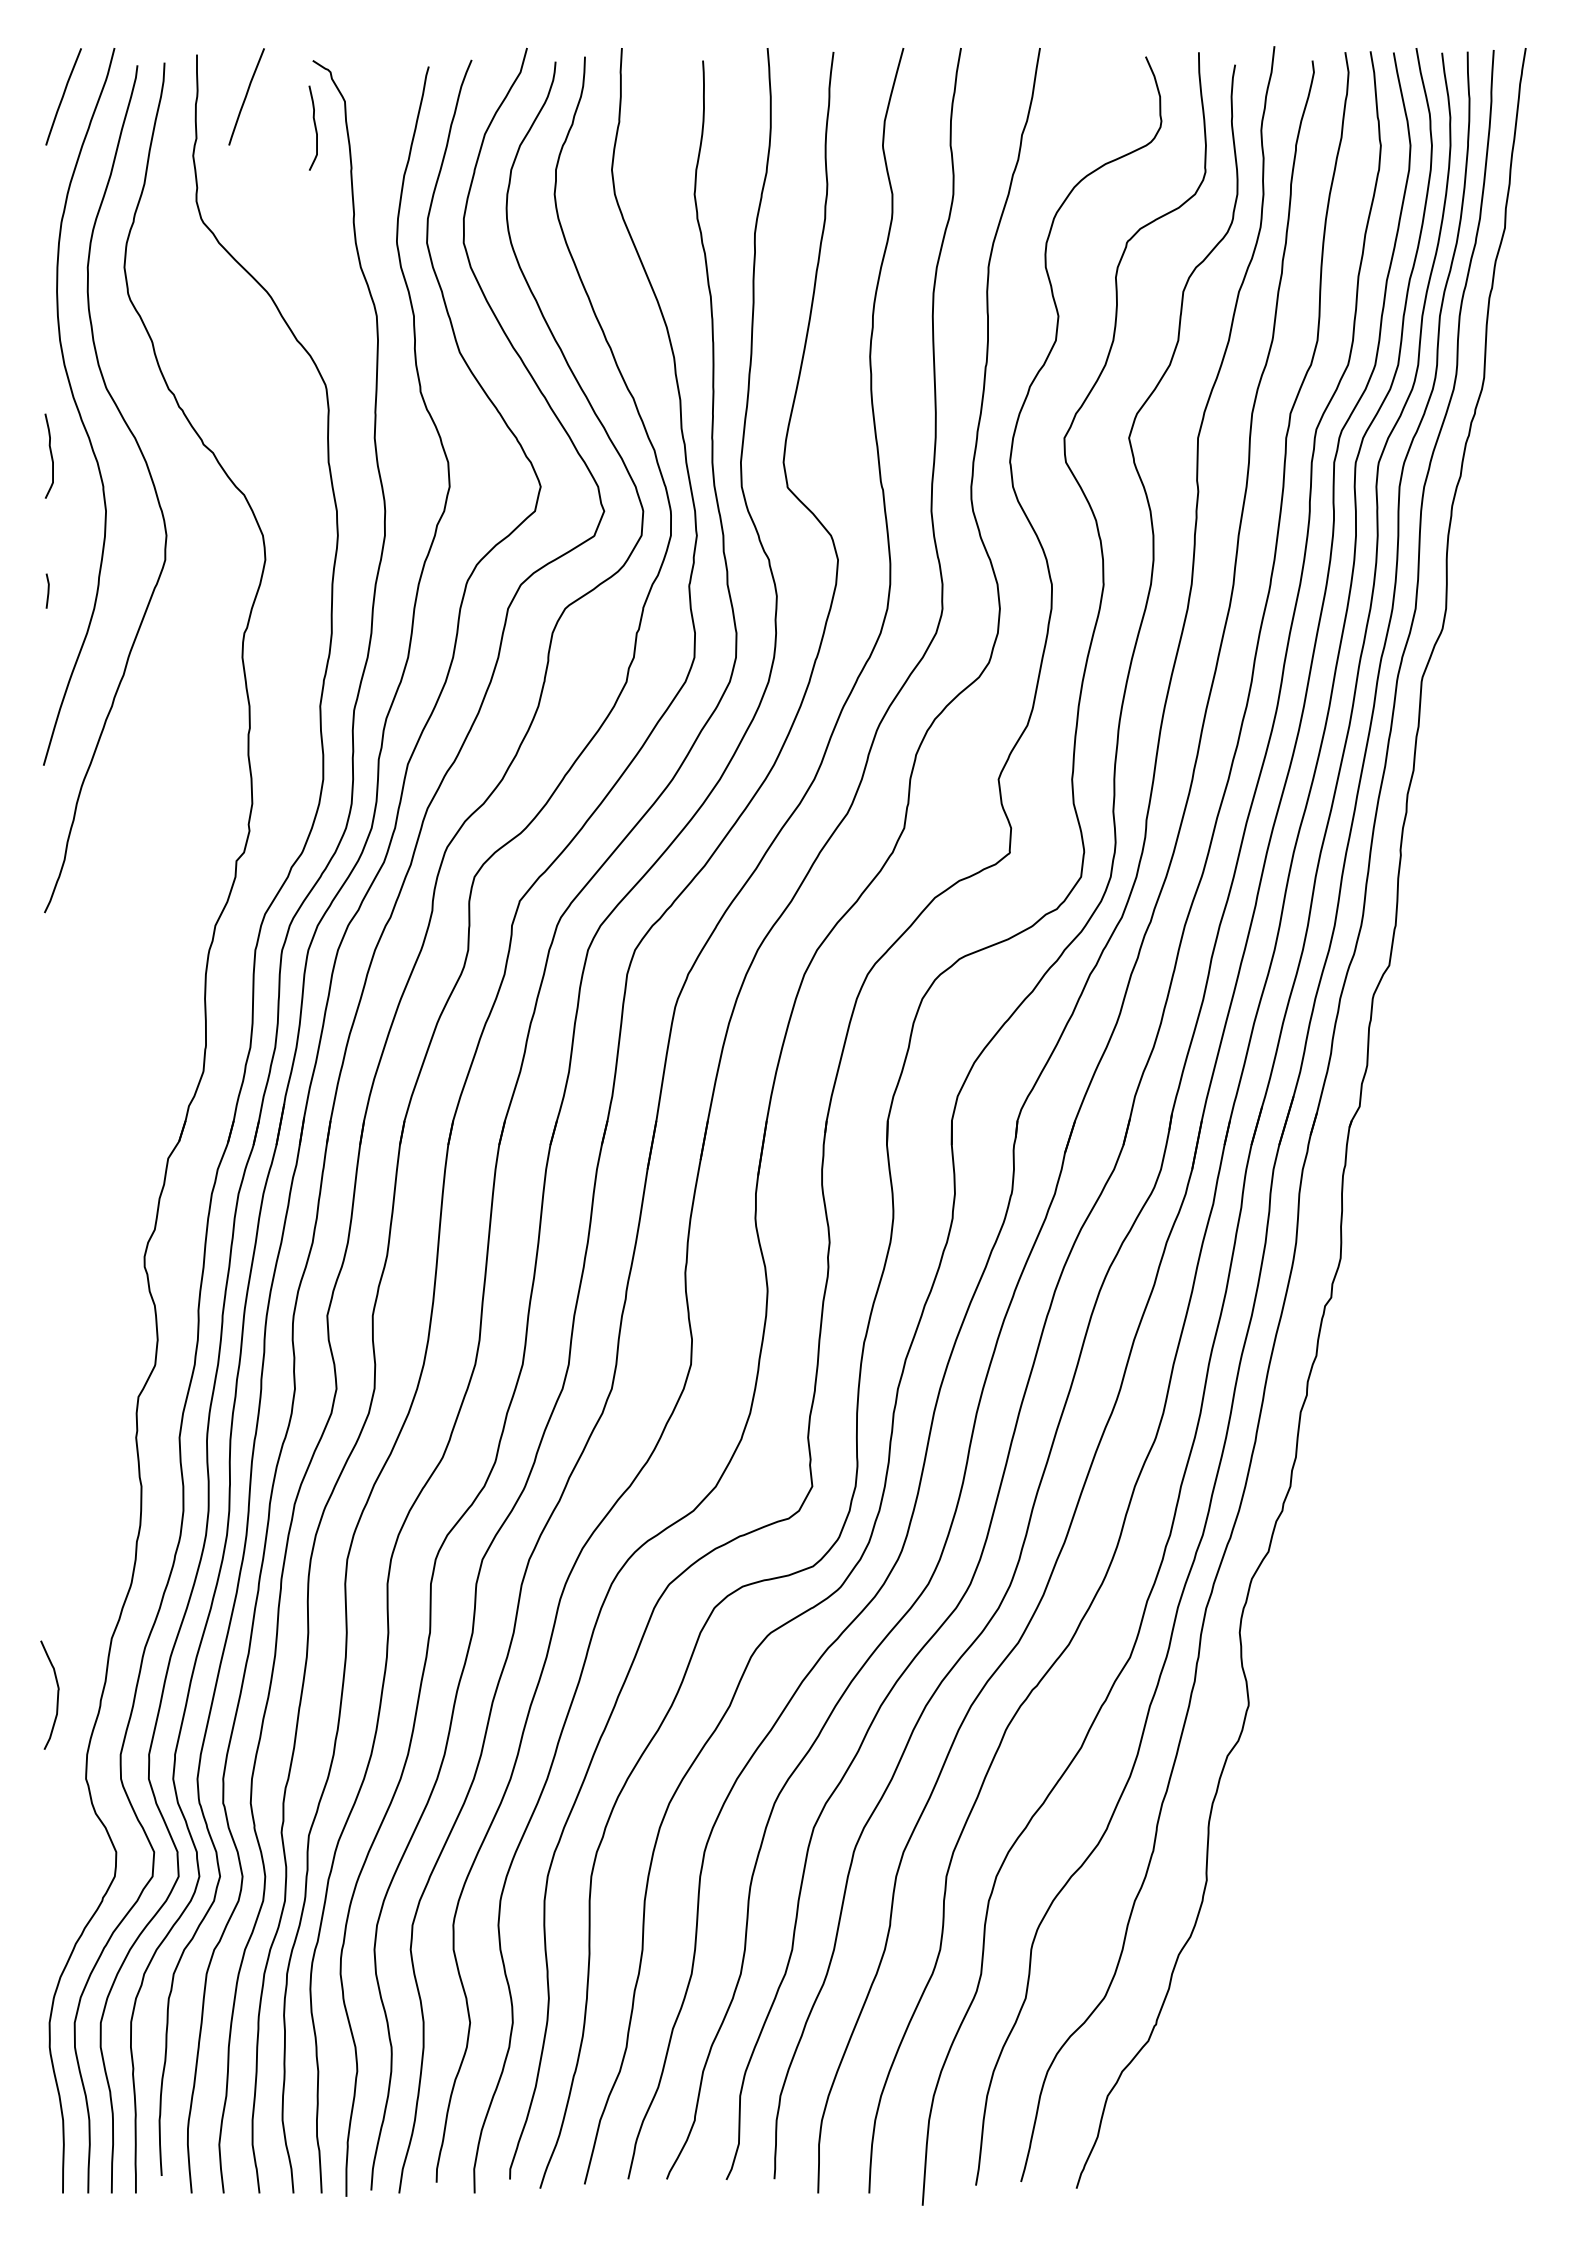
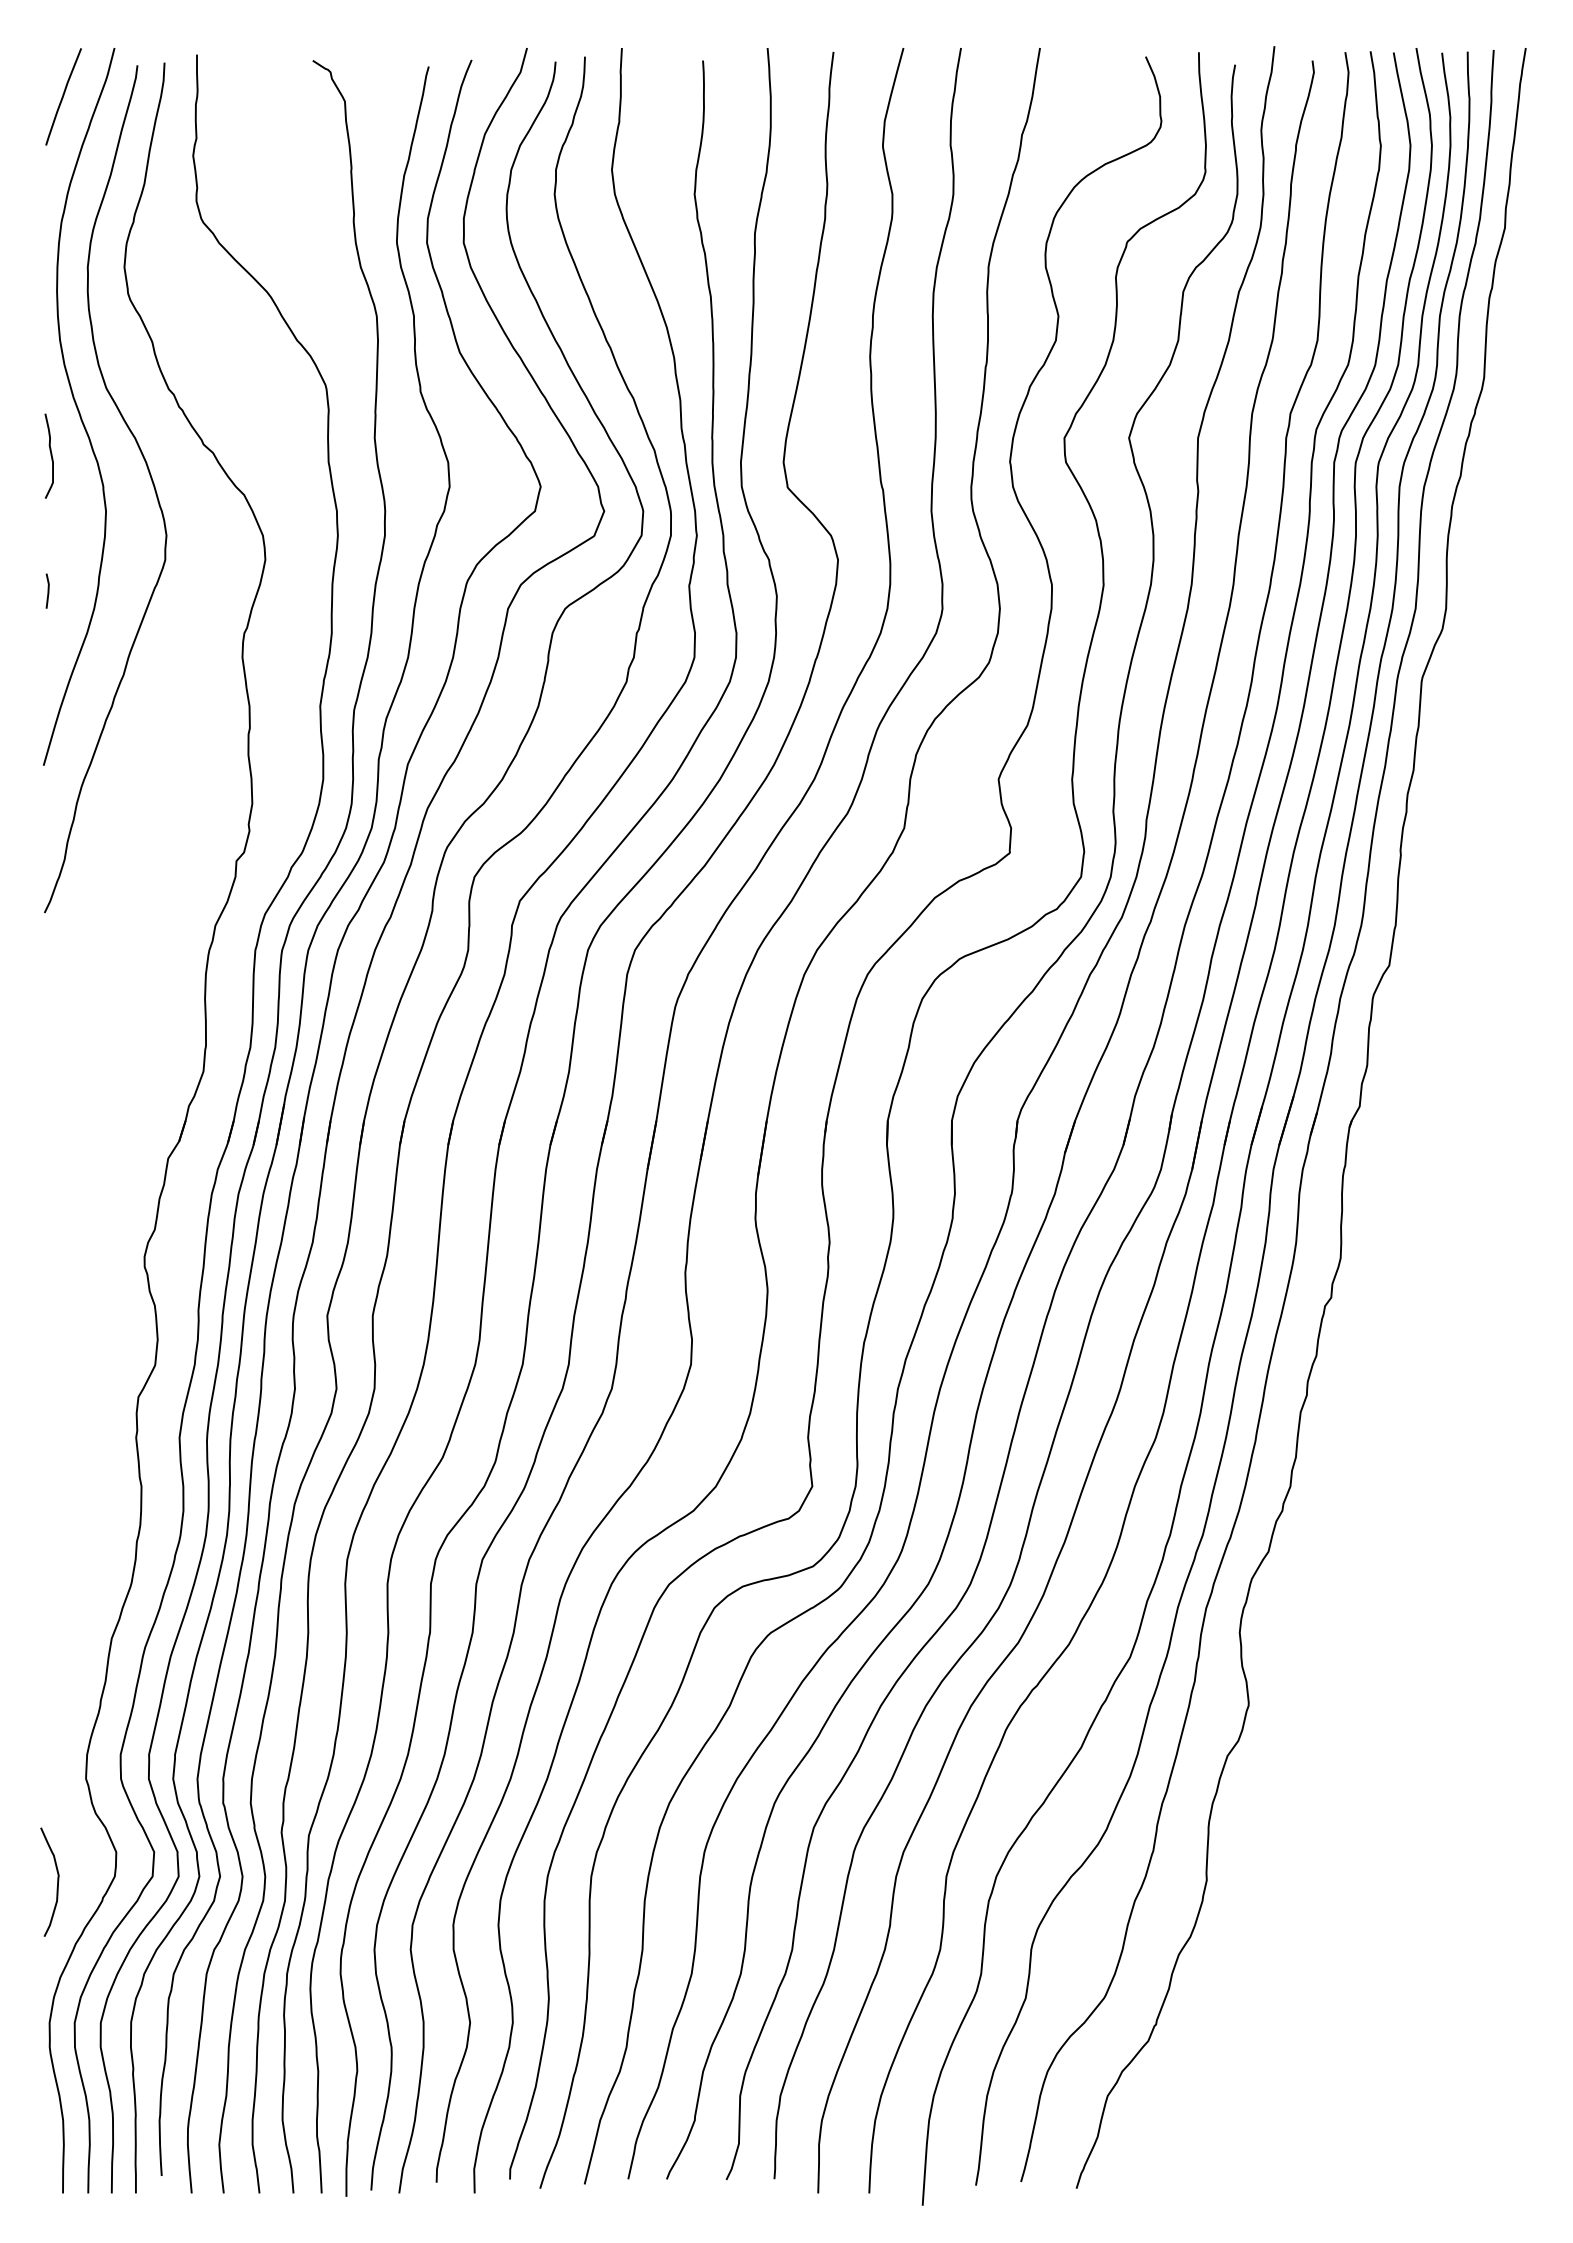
curve at (246, 96): present -> none
curve at (314, 127): present -> none
curve at (57, 1694) position: (57, 1694) -> (57, 1881)
